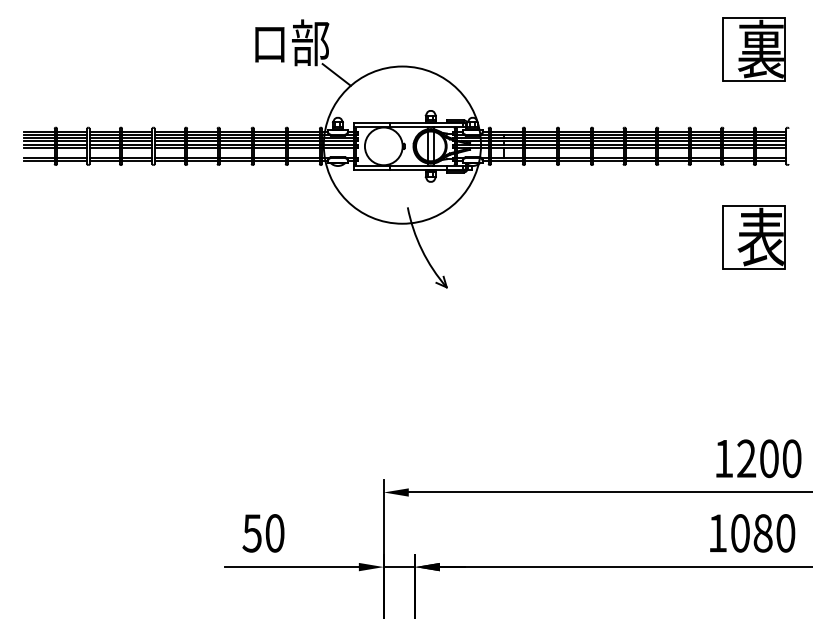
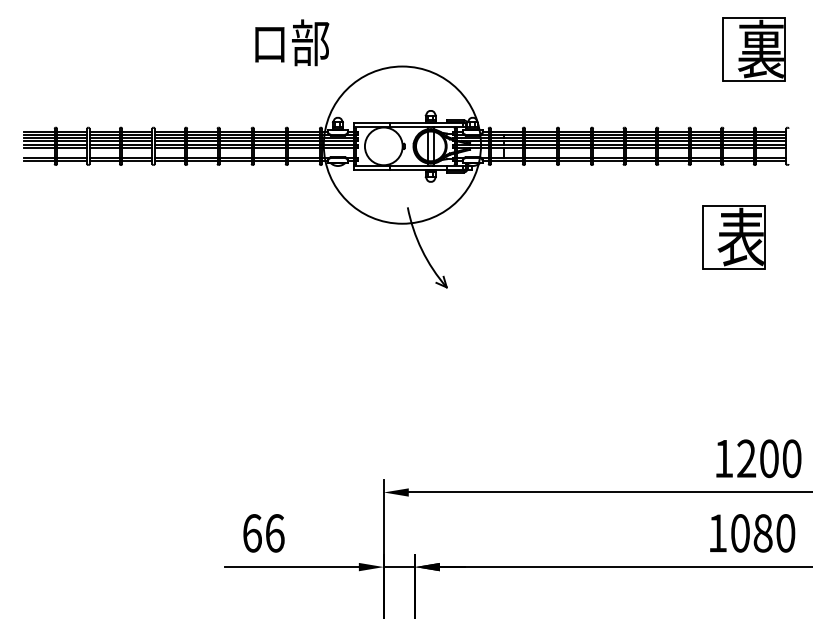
line at (336, 74): present -> none
part at (753, 237) position: (753, 237) -> (733, 237)
text at (263, 533): 50 -> 66
